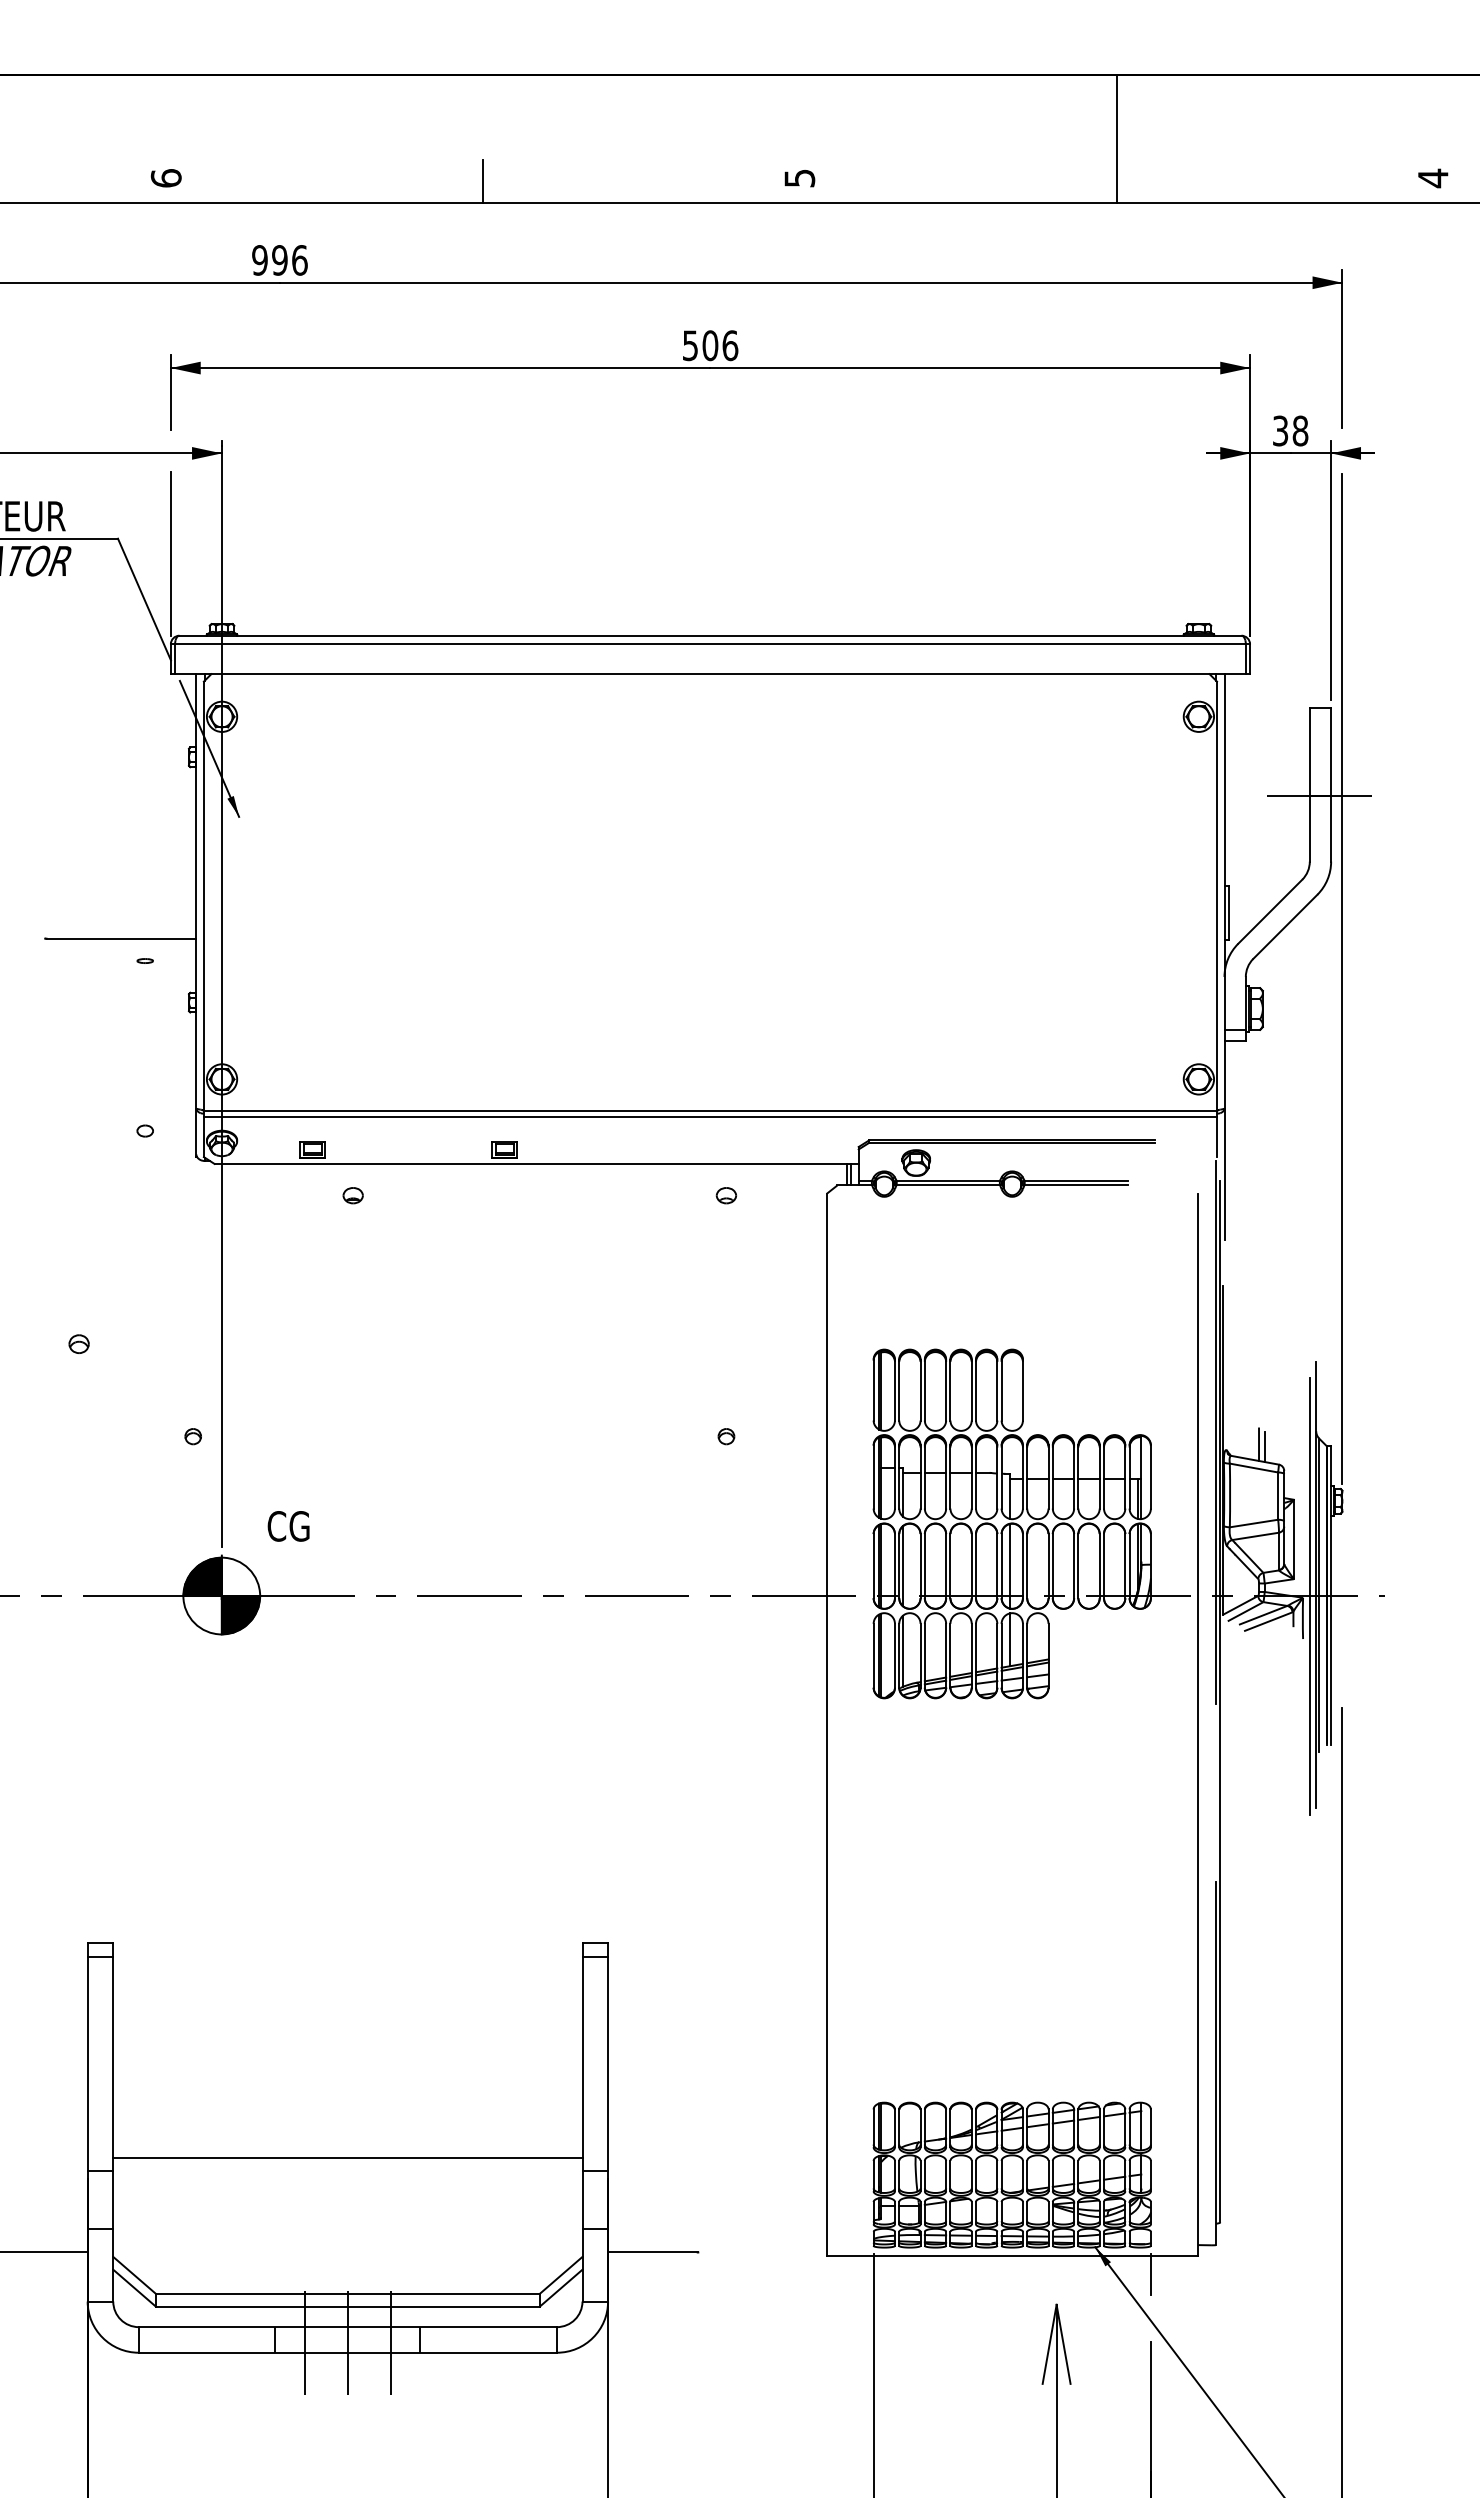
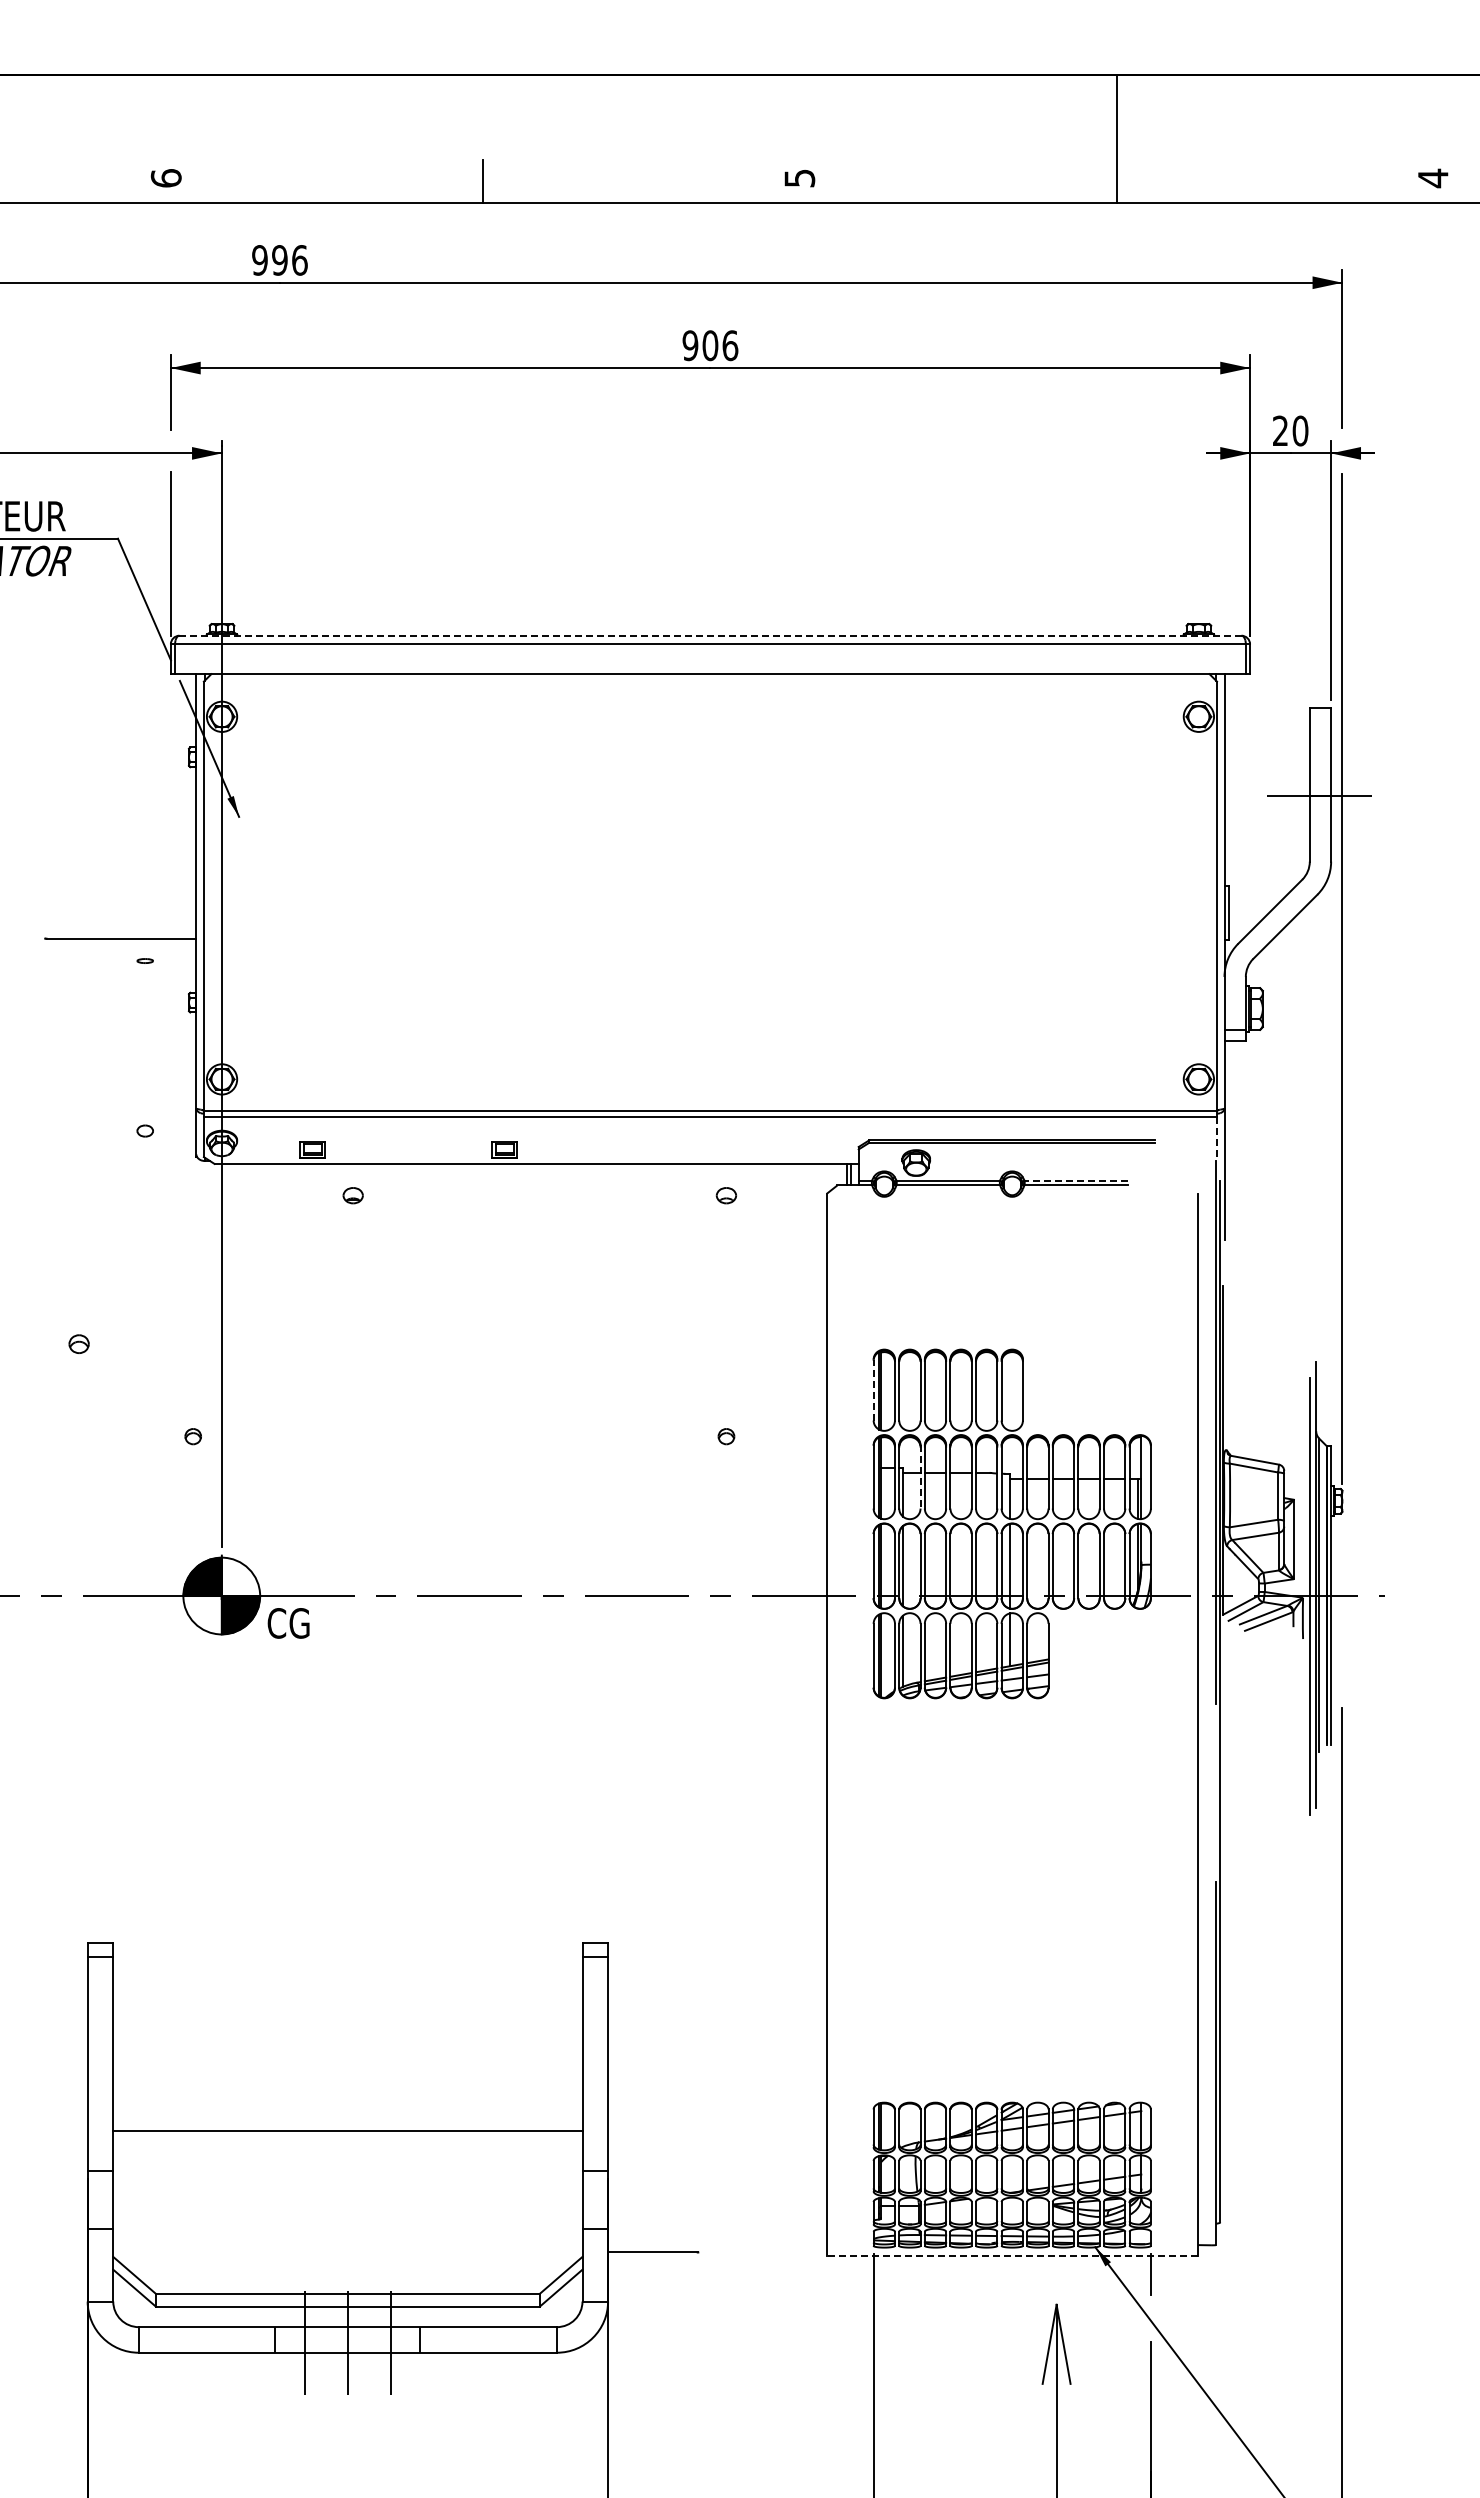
text at (690, 345): 506 -> 906
text at (1290, 430): 38 -> 20
line at (710, 635): solid -> dashed
line at (1217, 1137): solid -> dashed
line at (1076, 1180): solid -> dashed
line at (873, 1389): solid -> dashed
line at (1259, 1444): present -> none
line at (1264, 1447): present -> none
line at (920, 1477): solid -> dashed
text at (288, 1526) position: (288, 1526) -> (288, 1623)
line at (347, 2157) position: (347, 2157) -> (347, 2130)
line at (44, 2252): present -> none
line at (1012, 2255): solid -> dashed
